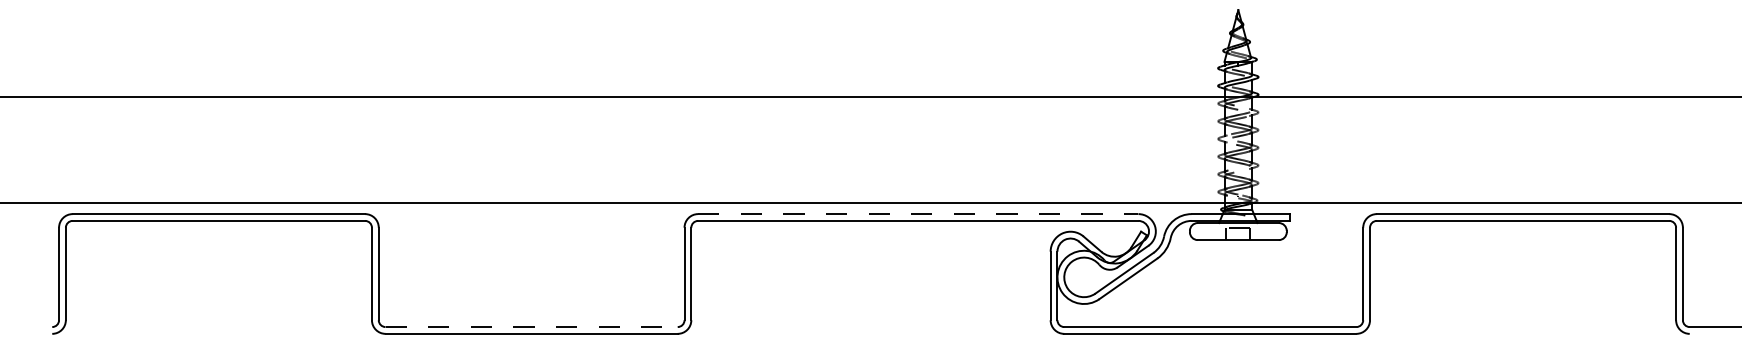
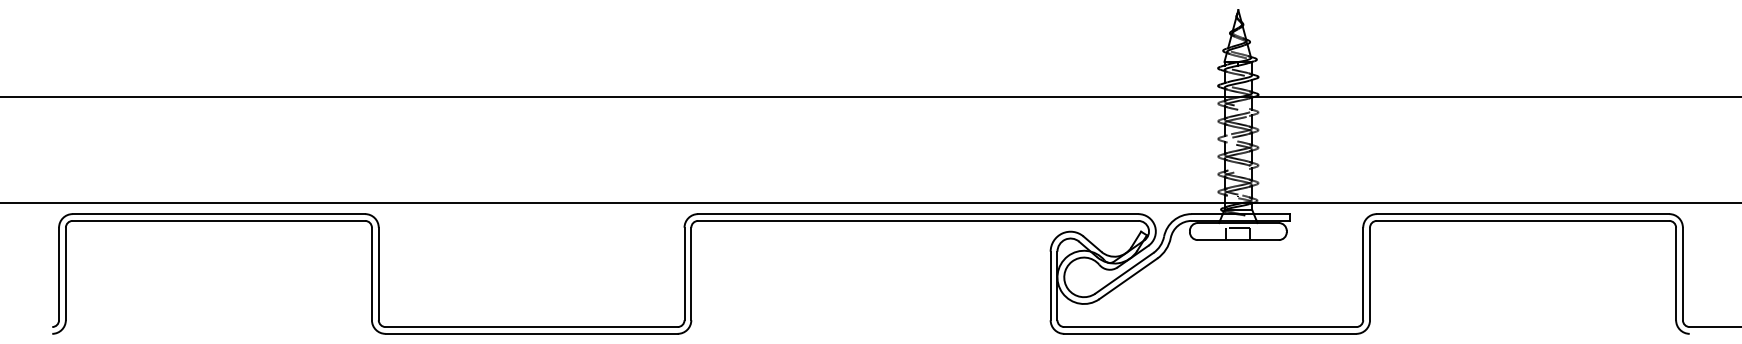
line at (918, 214): dashed -> solid
line at (532, 327): dashed -> solid
